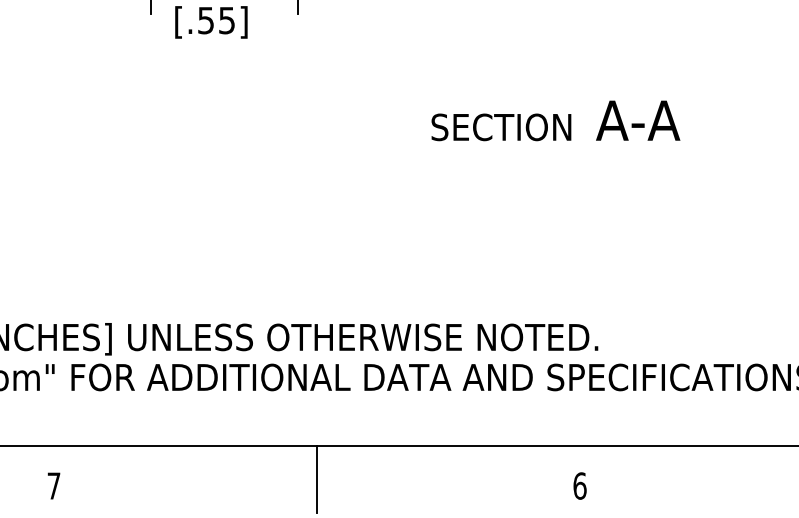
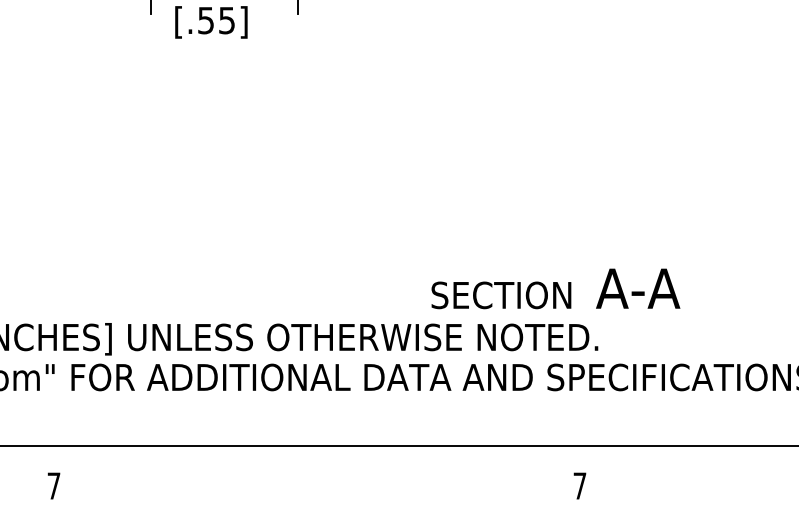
text at (555, 120) position: (555, 120) -> (555, 288)
line at (317, 479): present -> none
text at (579, 485): 6 -> 7
